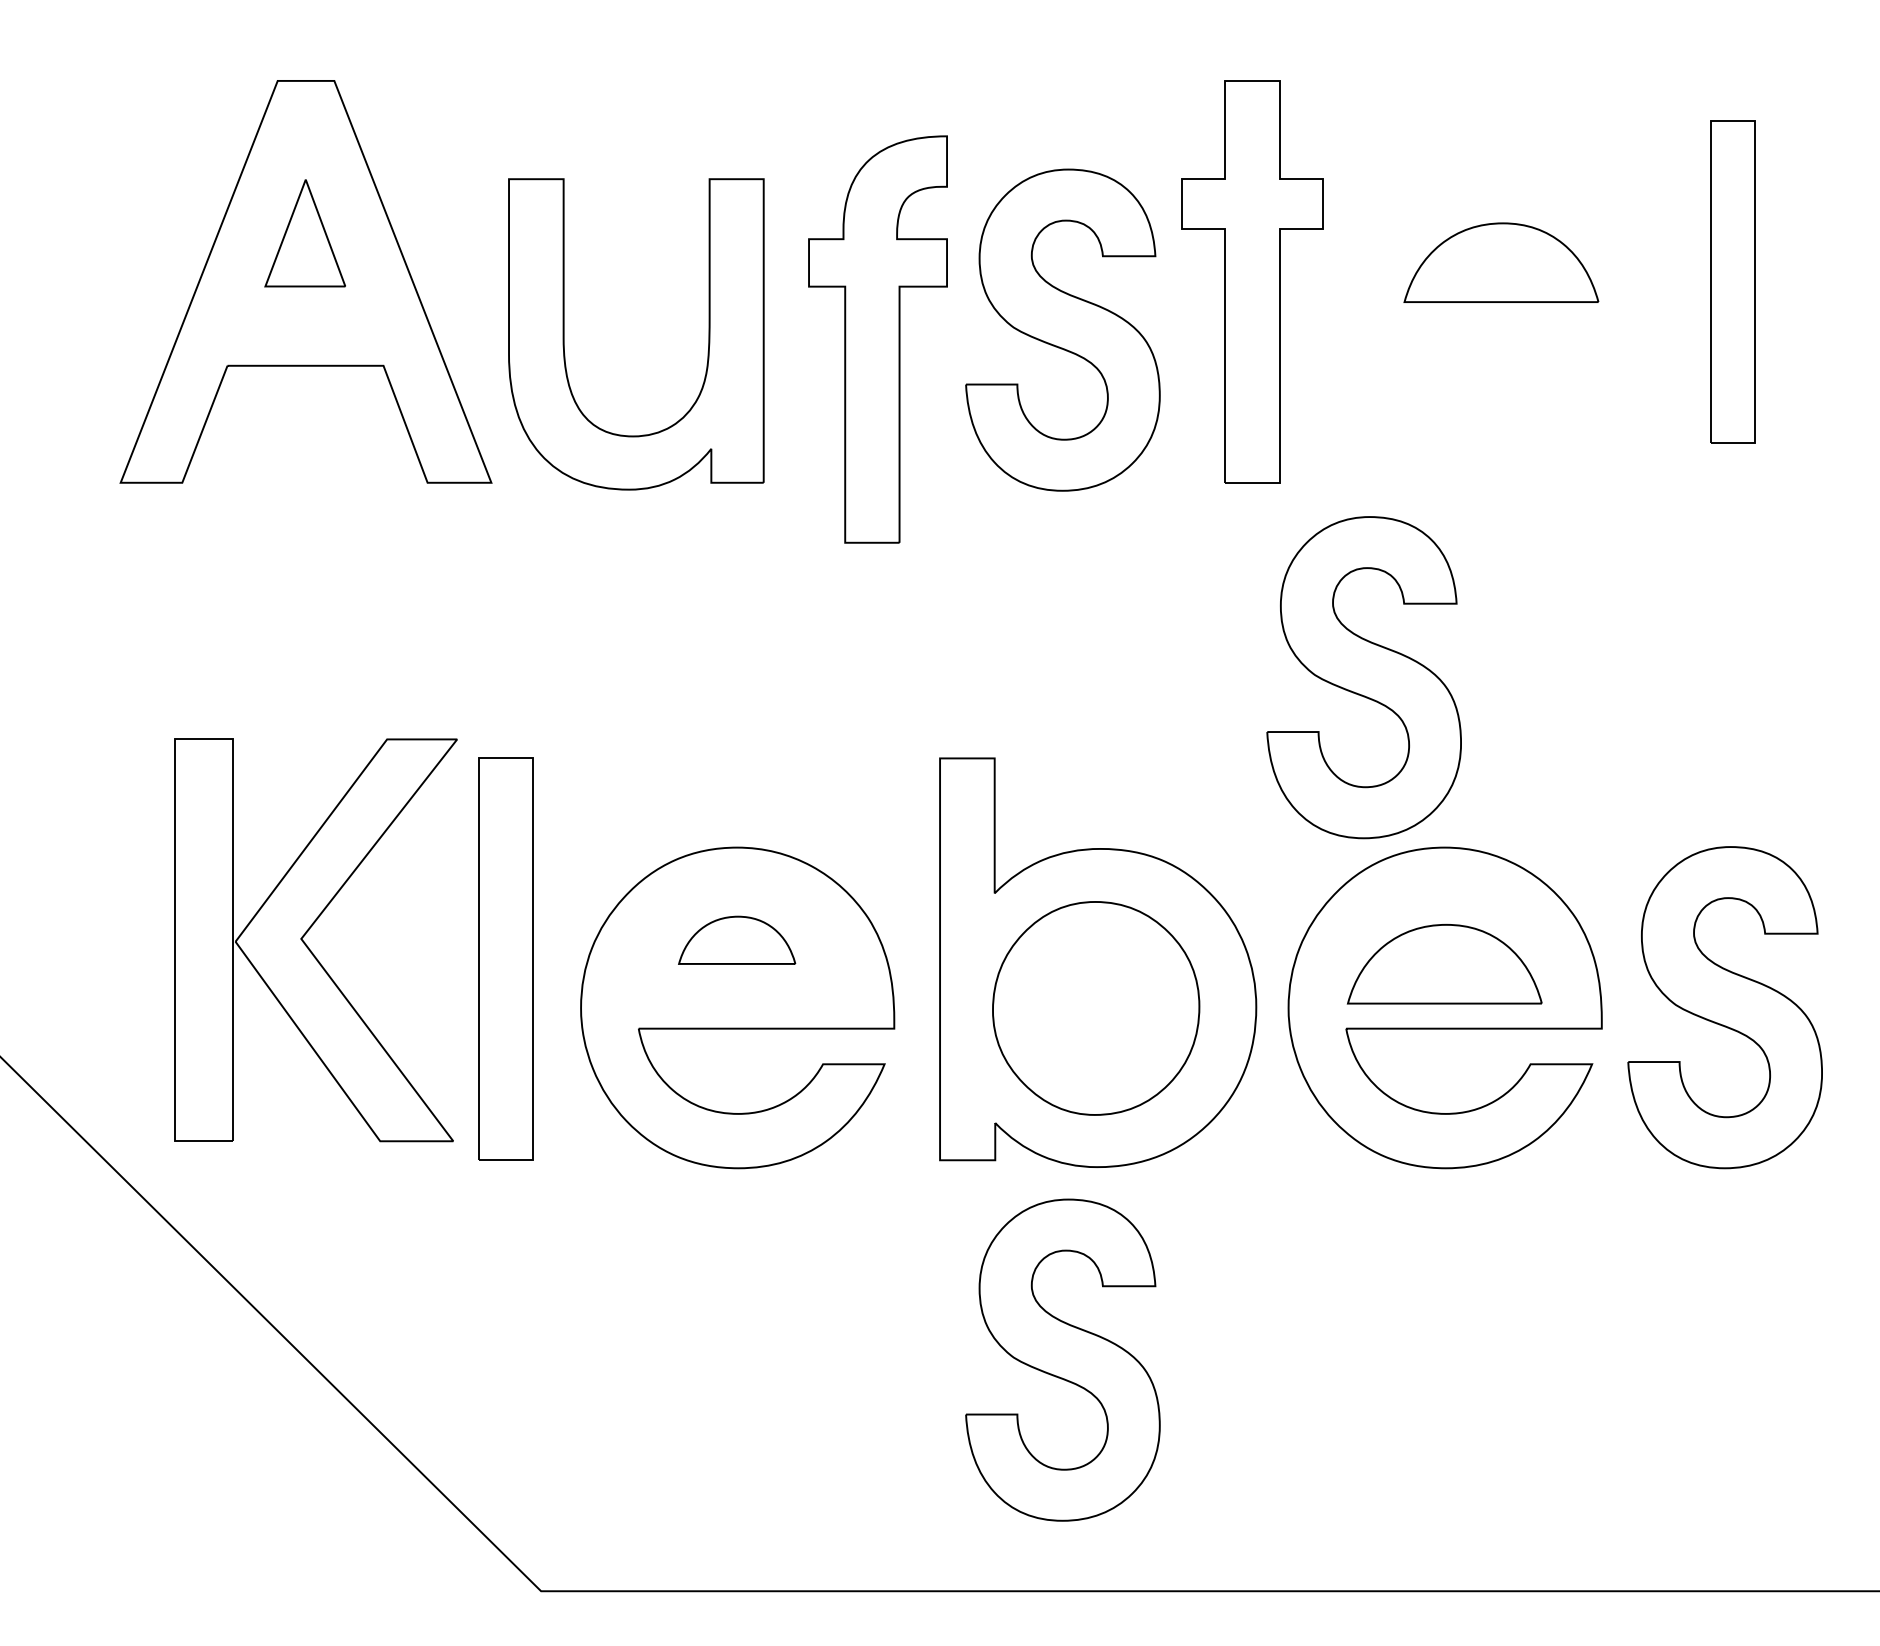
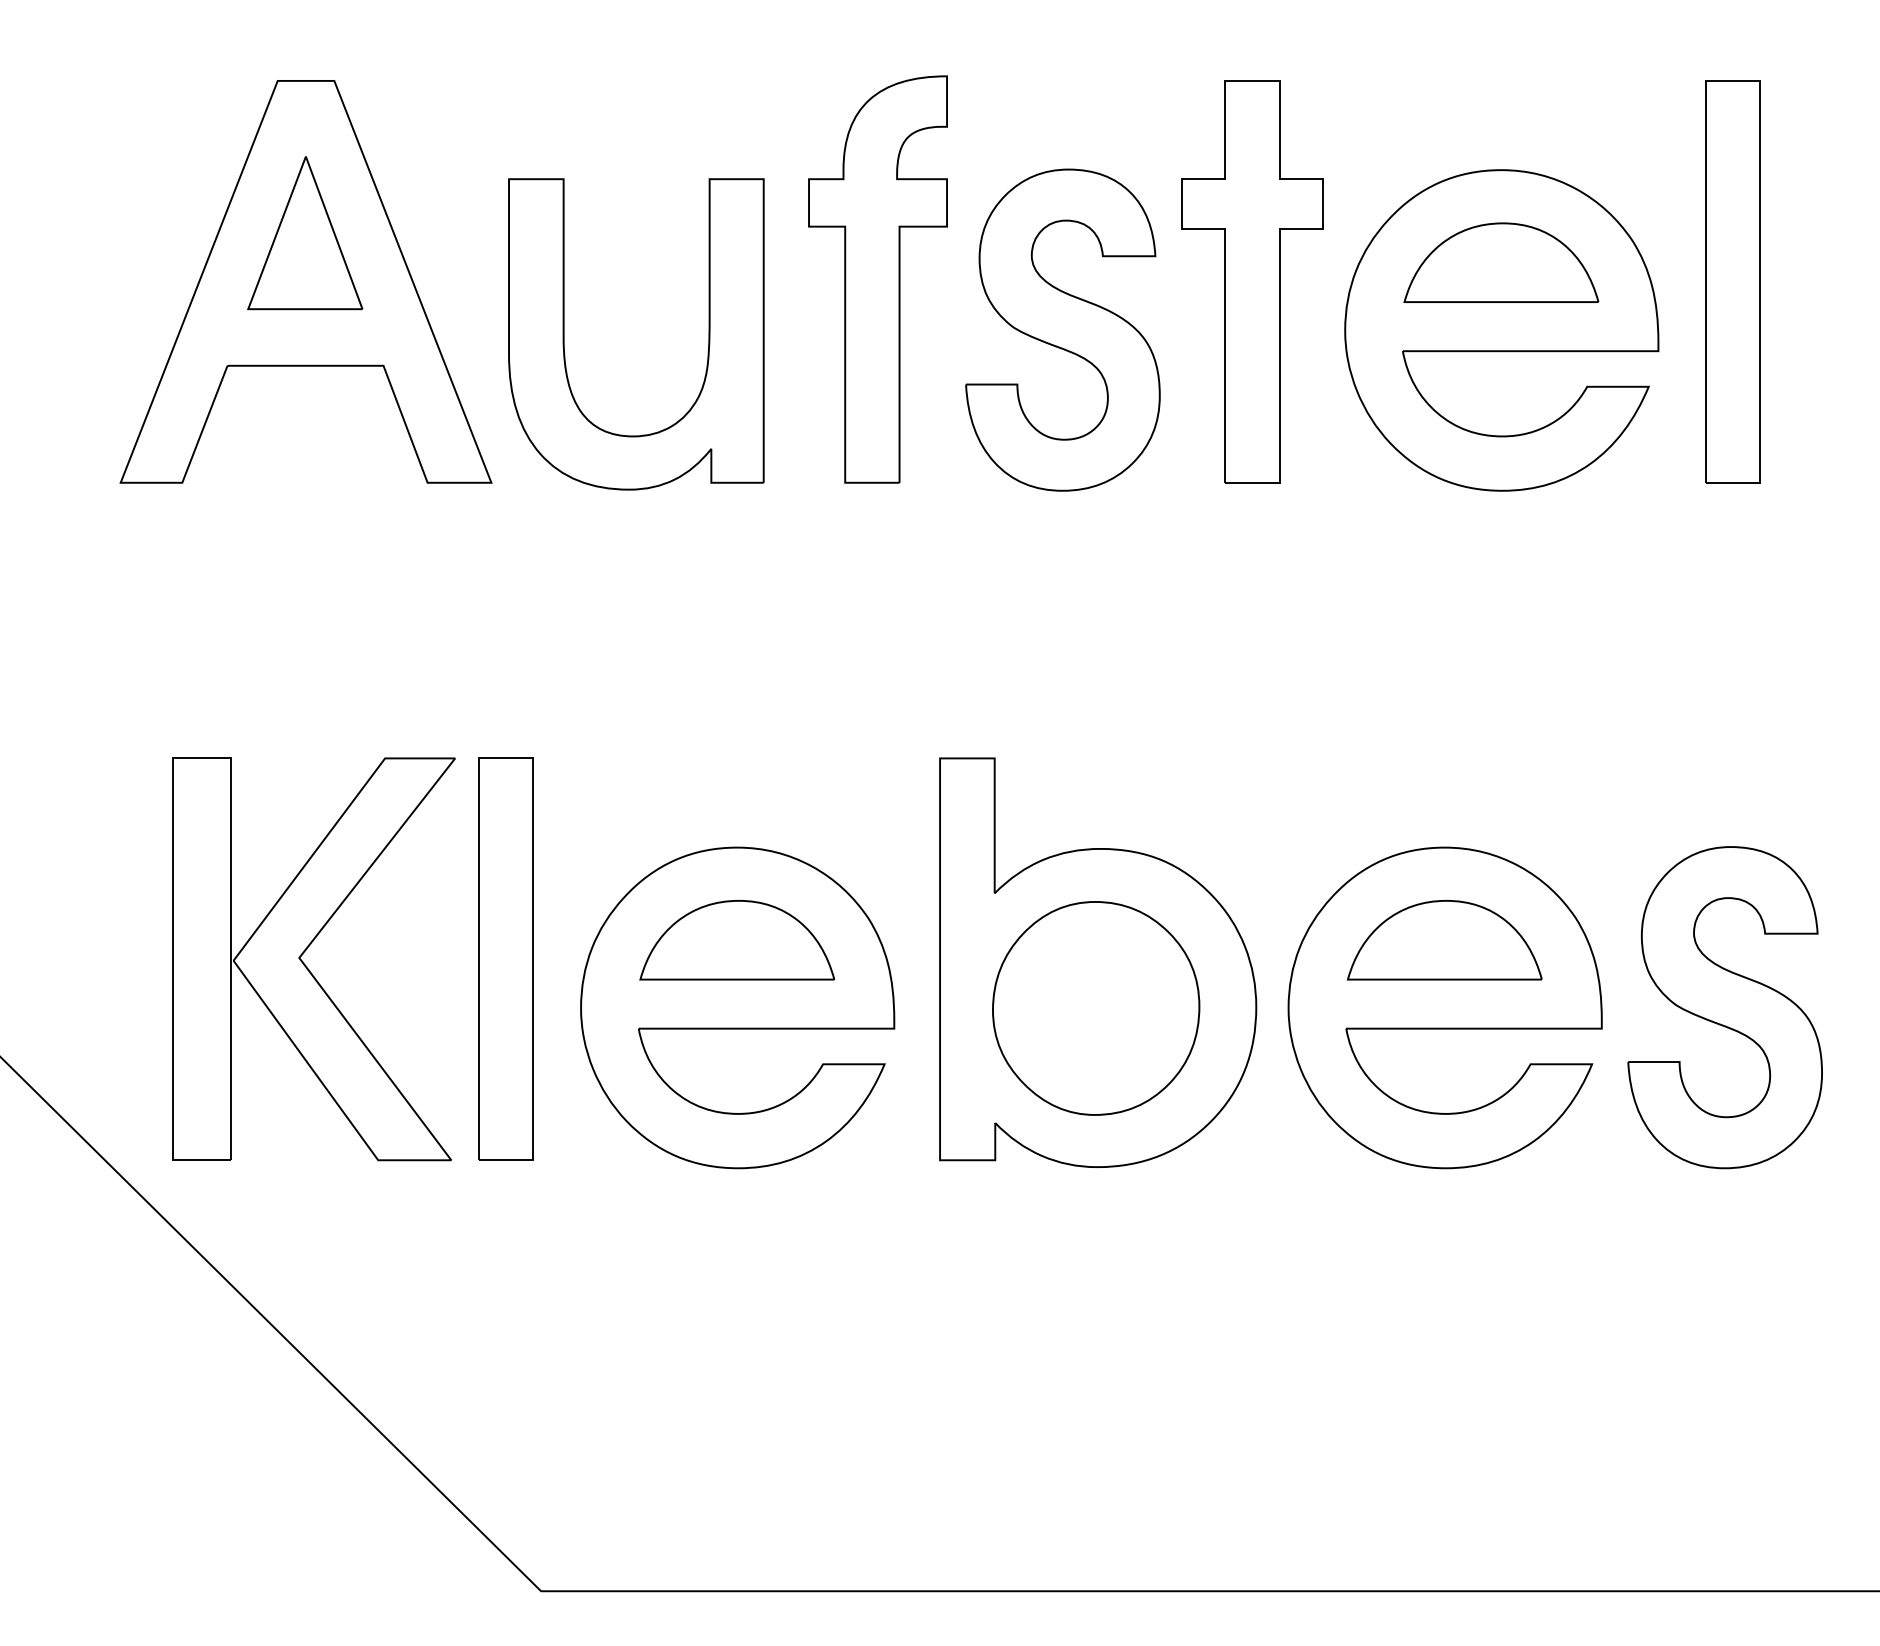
part at (304, 233) size: 82x109 px -> 117x155 px
part at (1732, 281) size: 46x324 px -> 56x404 px
part at (1501, 330): none -> present
part at (877, 339) position: (877, 339) -> (877, 279)
part at (1363, 677): present -> none
part at (737, 939) size: 119x50 px -> 196x81 px
part at (308, 946) position: (308, 946) -> (306, 965)
part at (1444, 964) position: (1444, 964) -> (1444, 940)
part at (1062, 1359): present -> none
